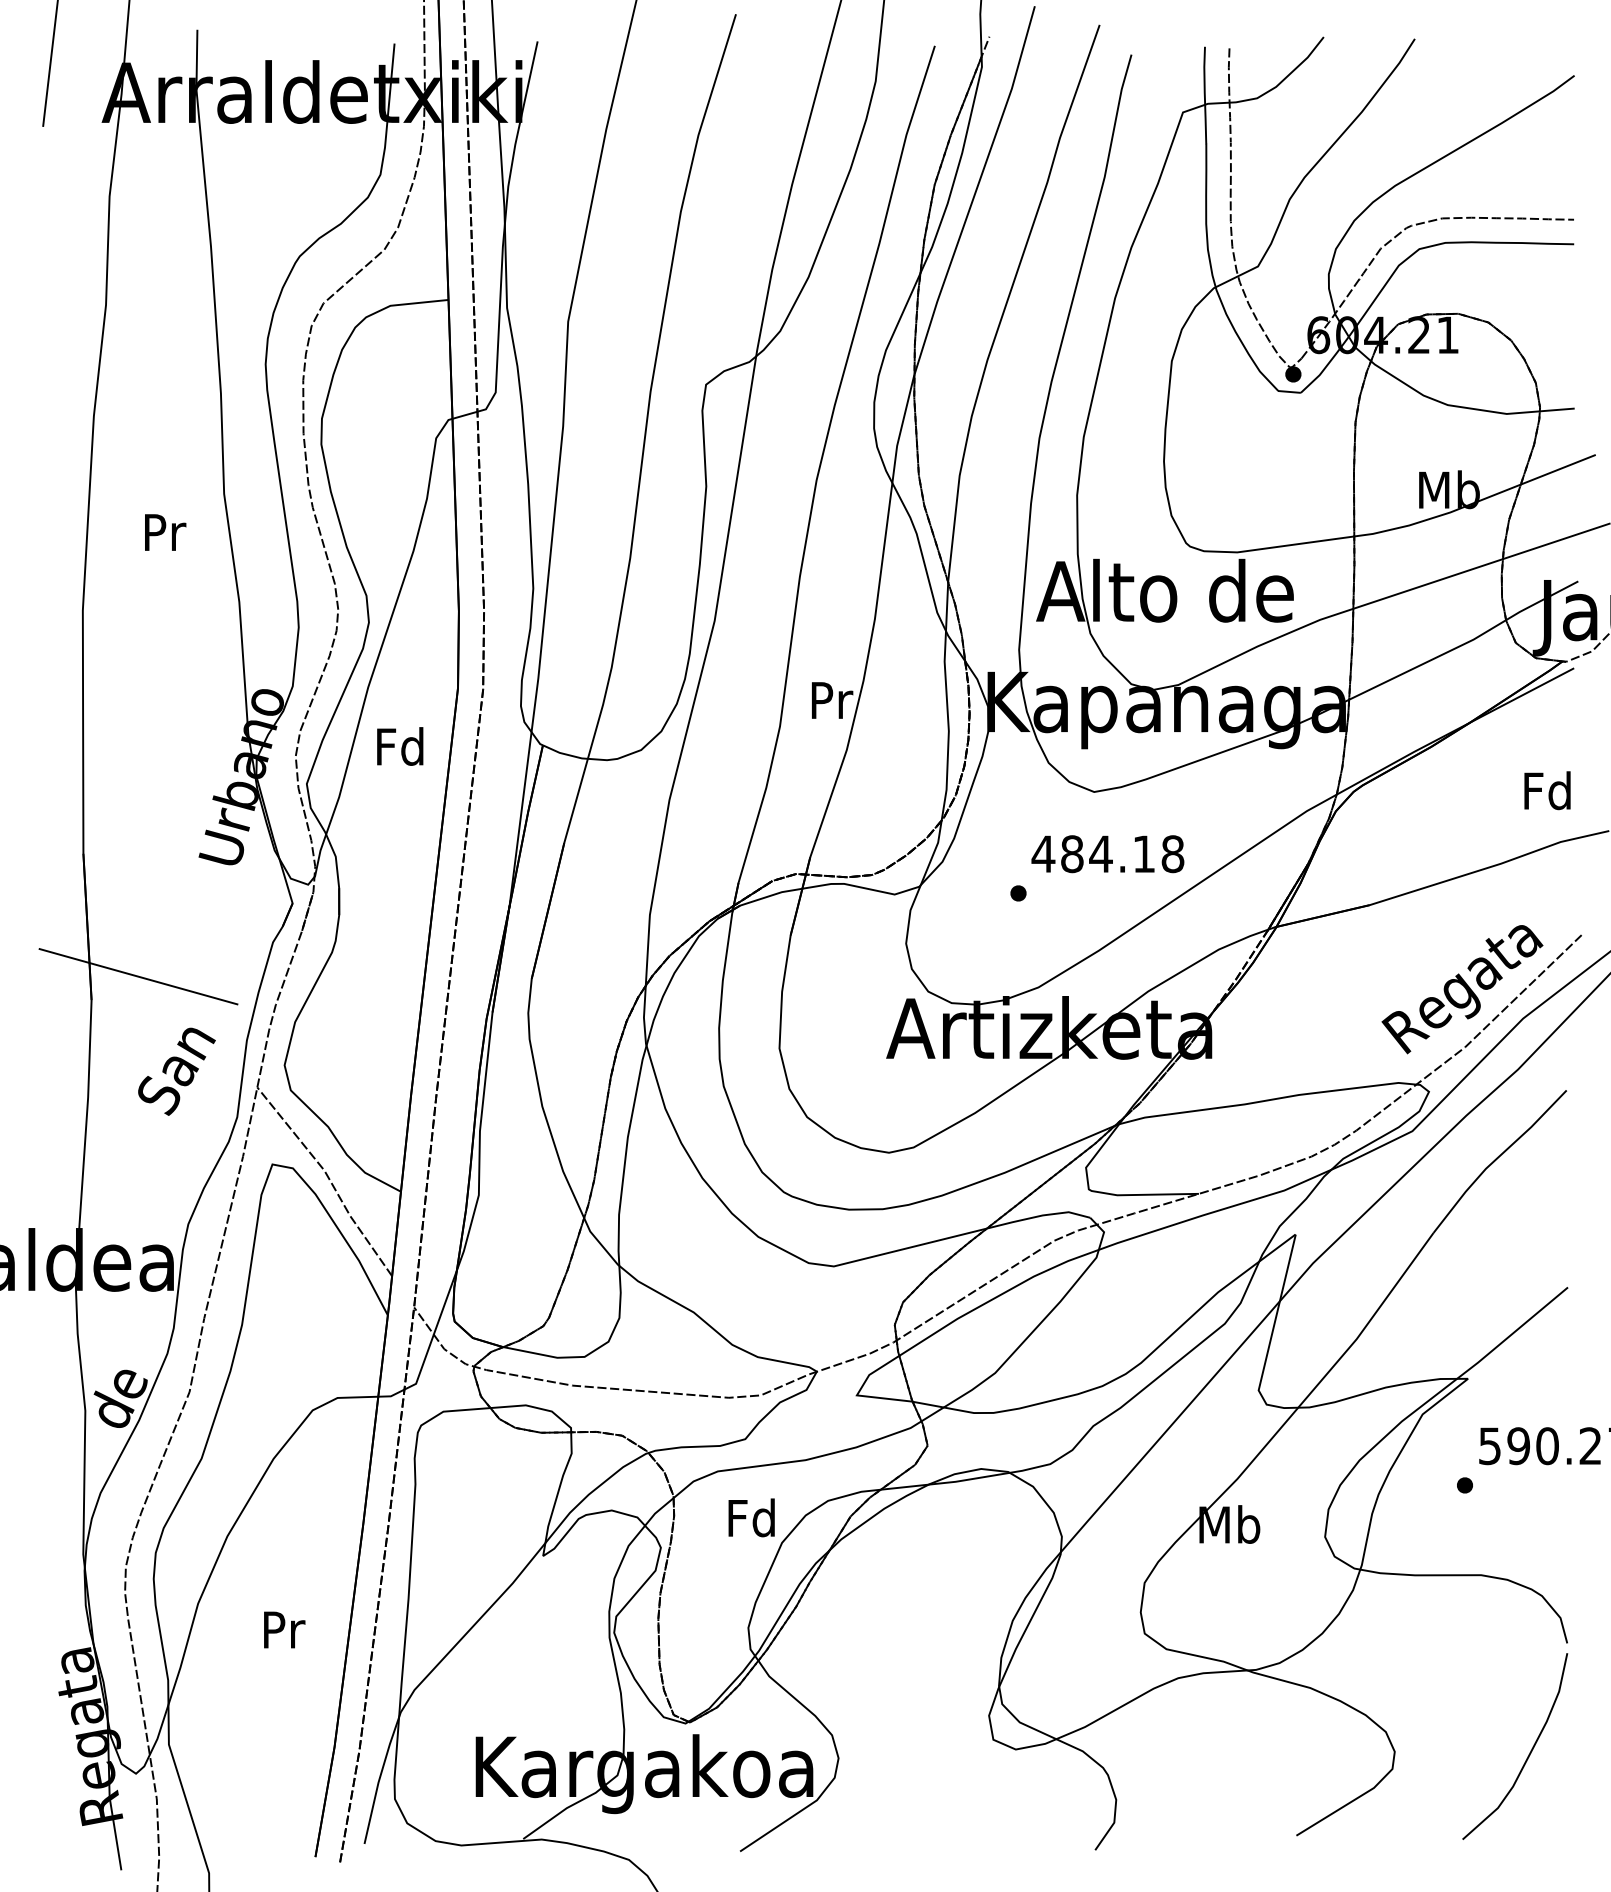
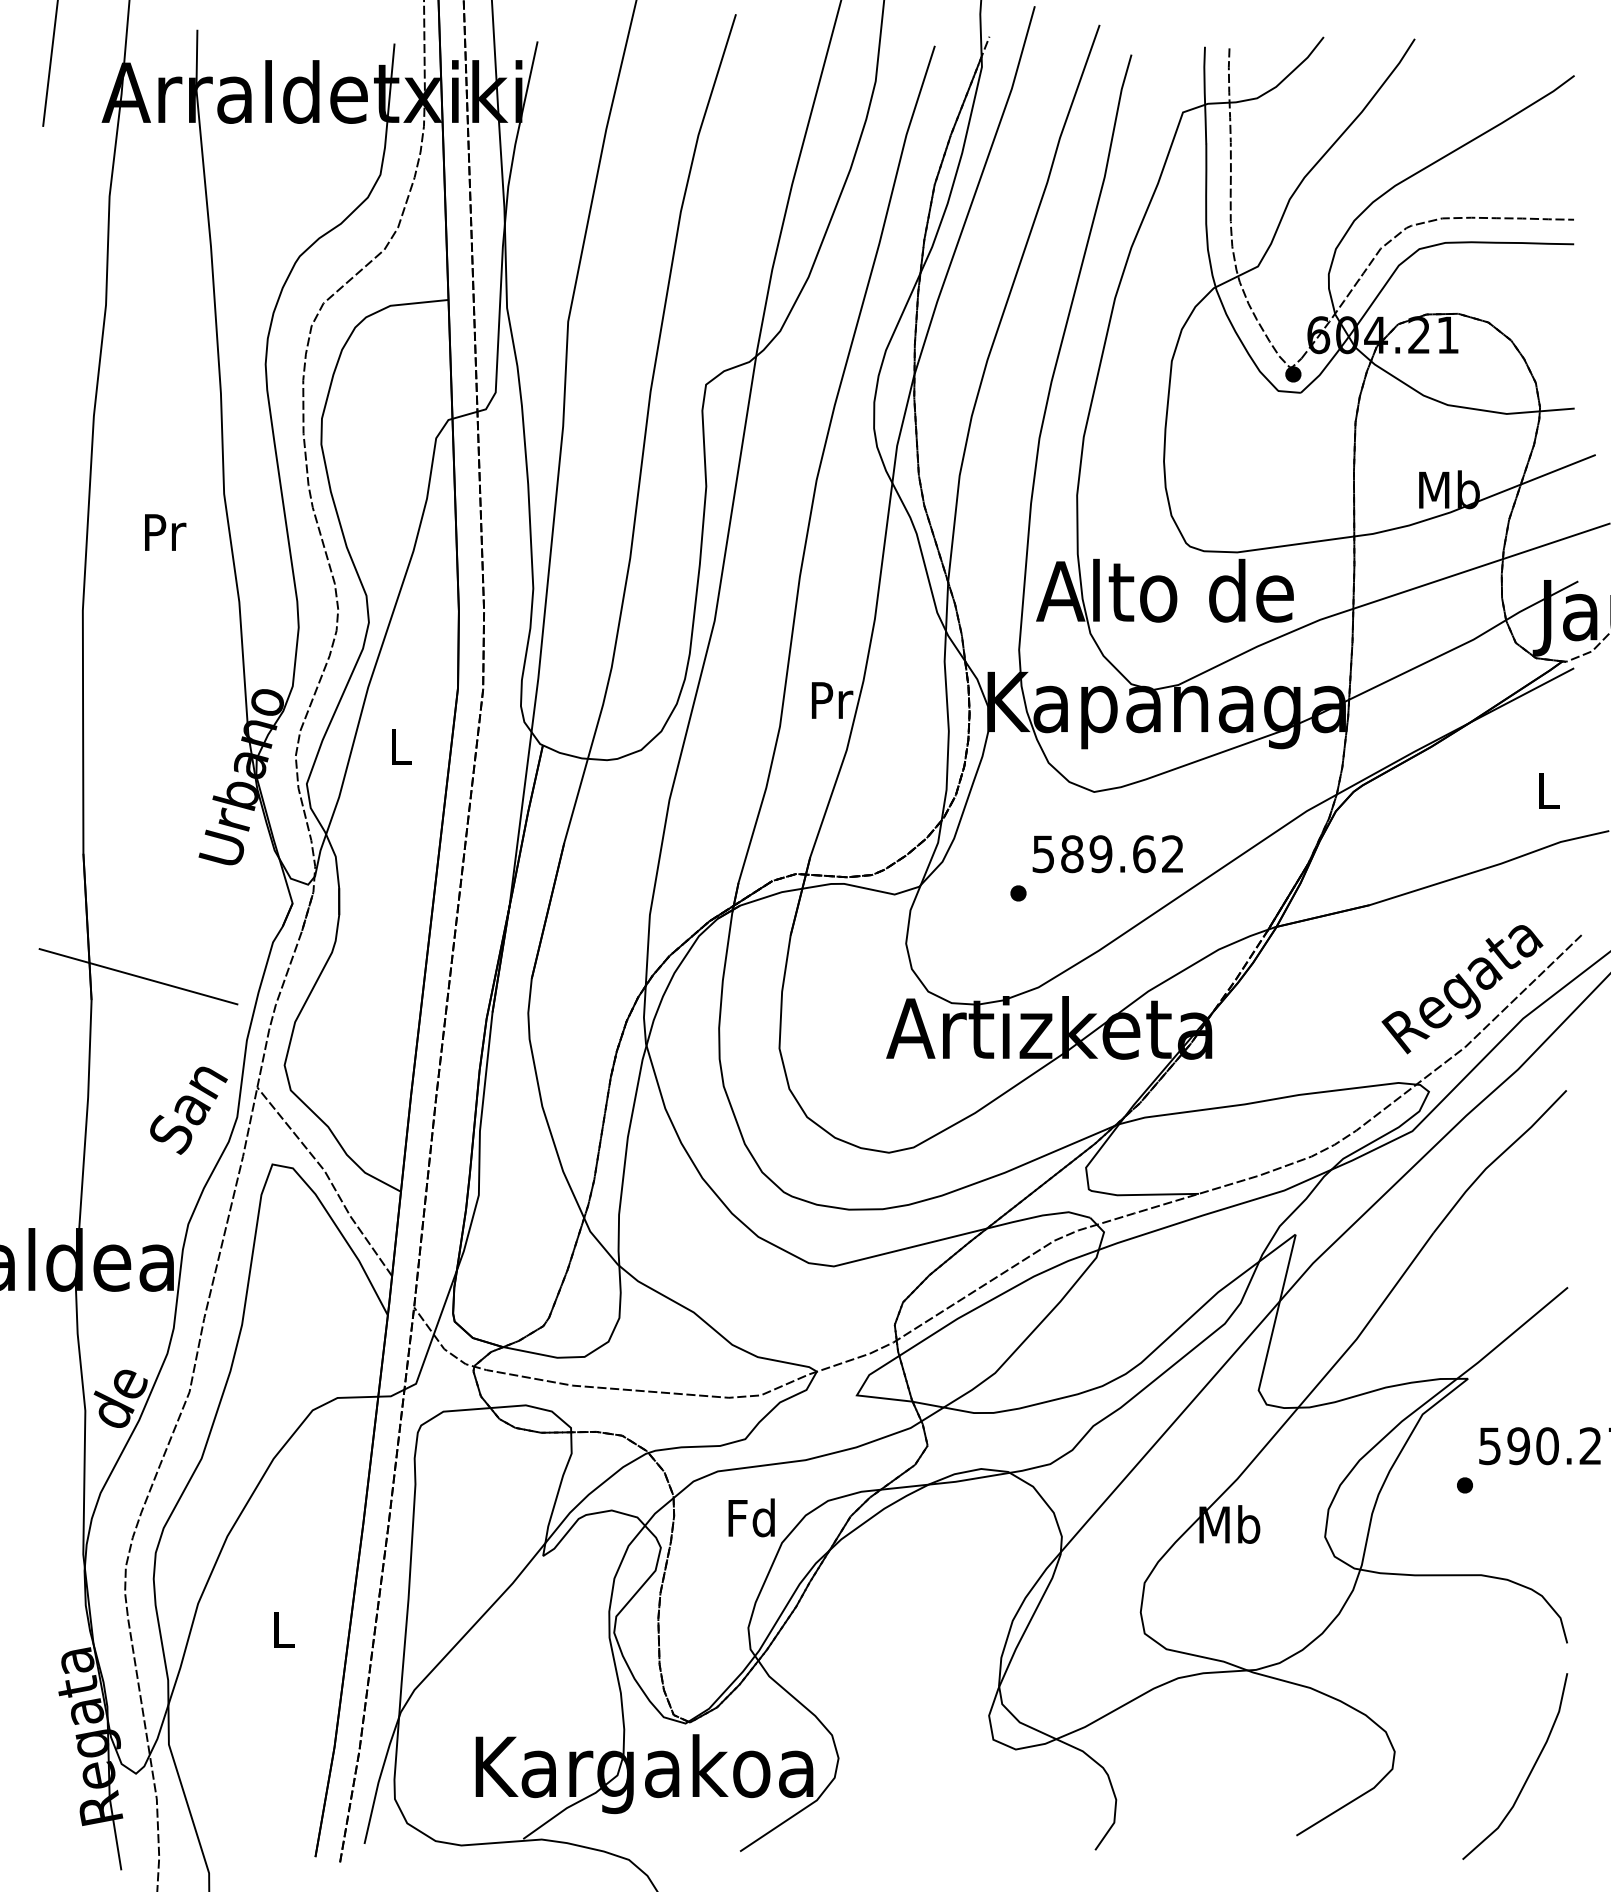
text at (400, 746): Fd -> L
text at (1547, 790): Fd -> L
text at (1107, 854): 484.18 -> 589.62
text at (176, 1071) position: (176, 1071) -> (188, 1110)
text at (284, 1629): Pr -> L
curve at (1529, 1752) position: (1529, 1752) -> (1529, 1772)
